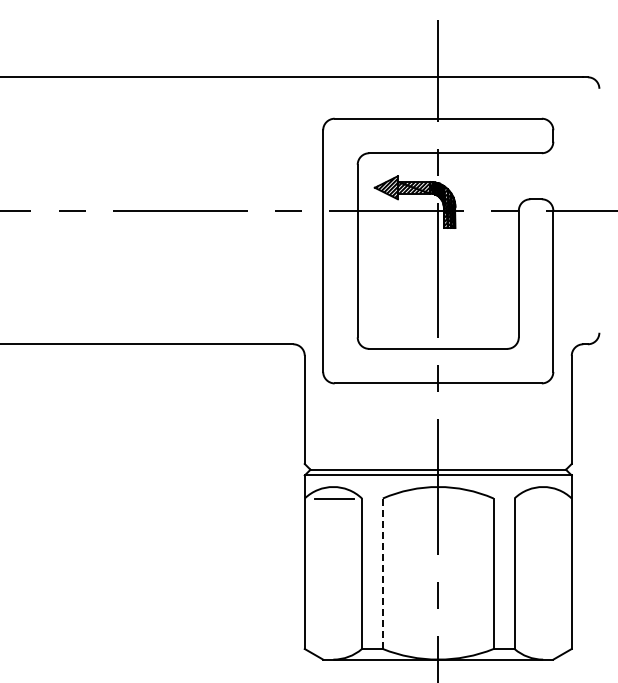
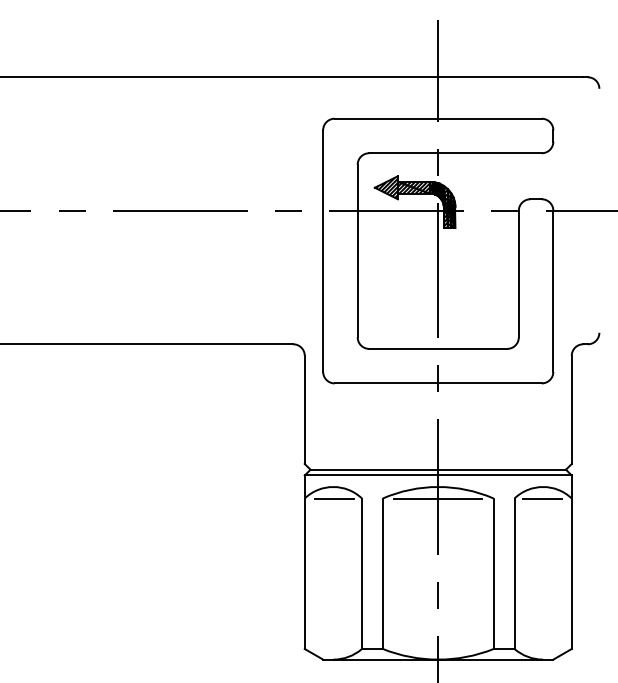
line at (437, 498): none -> present
line at (542, 498): none -> present
line at (382, 574): dashed -> solid
